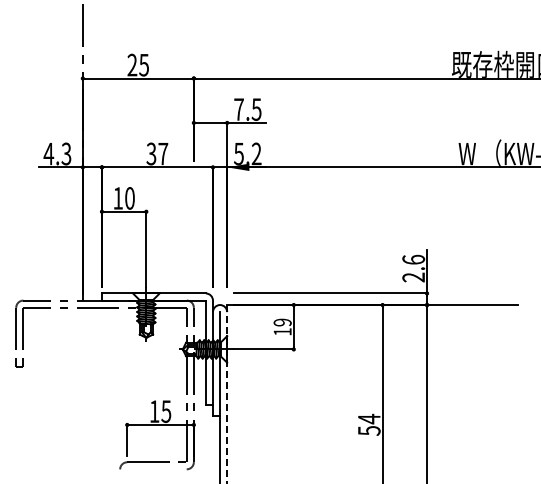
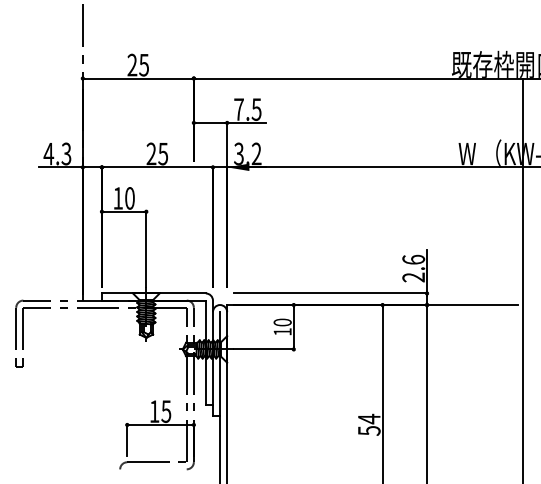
text at (238, 153): 5.2 -> 3.2
text at (157, 154): 37 -> 25
line at (522, 279): none -> present
text at (282, 322): 19 -> 10
line at (227, 394): dashed -> solid
